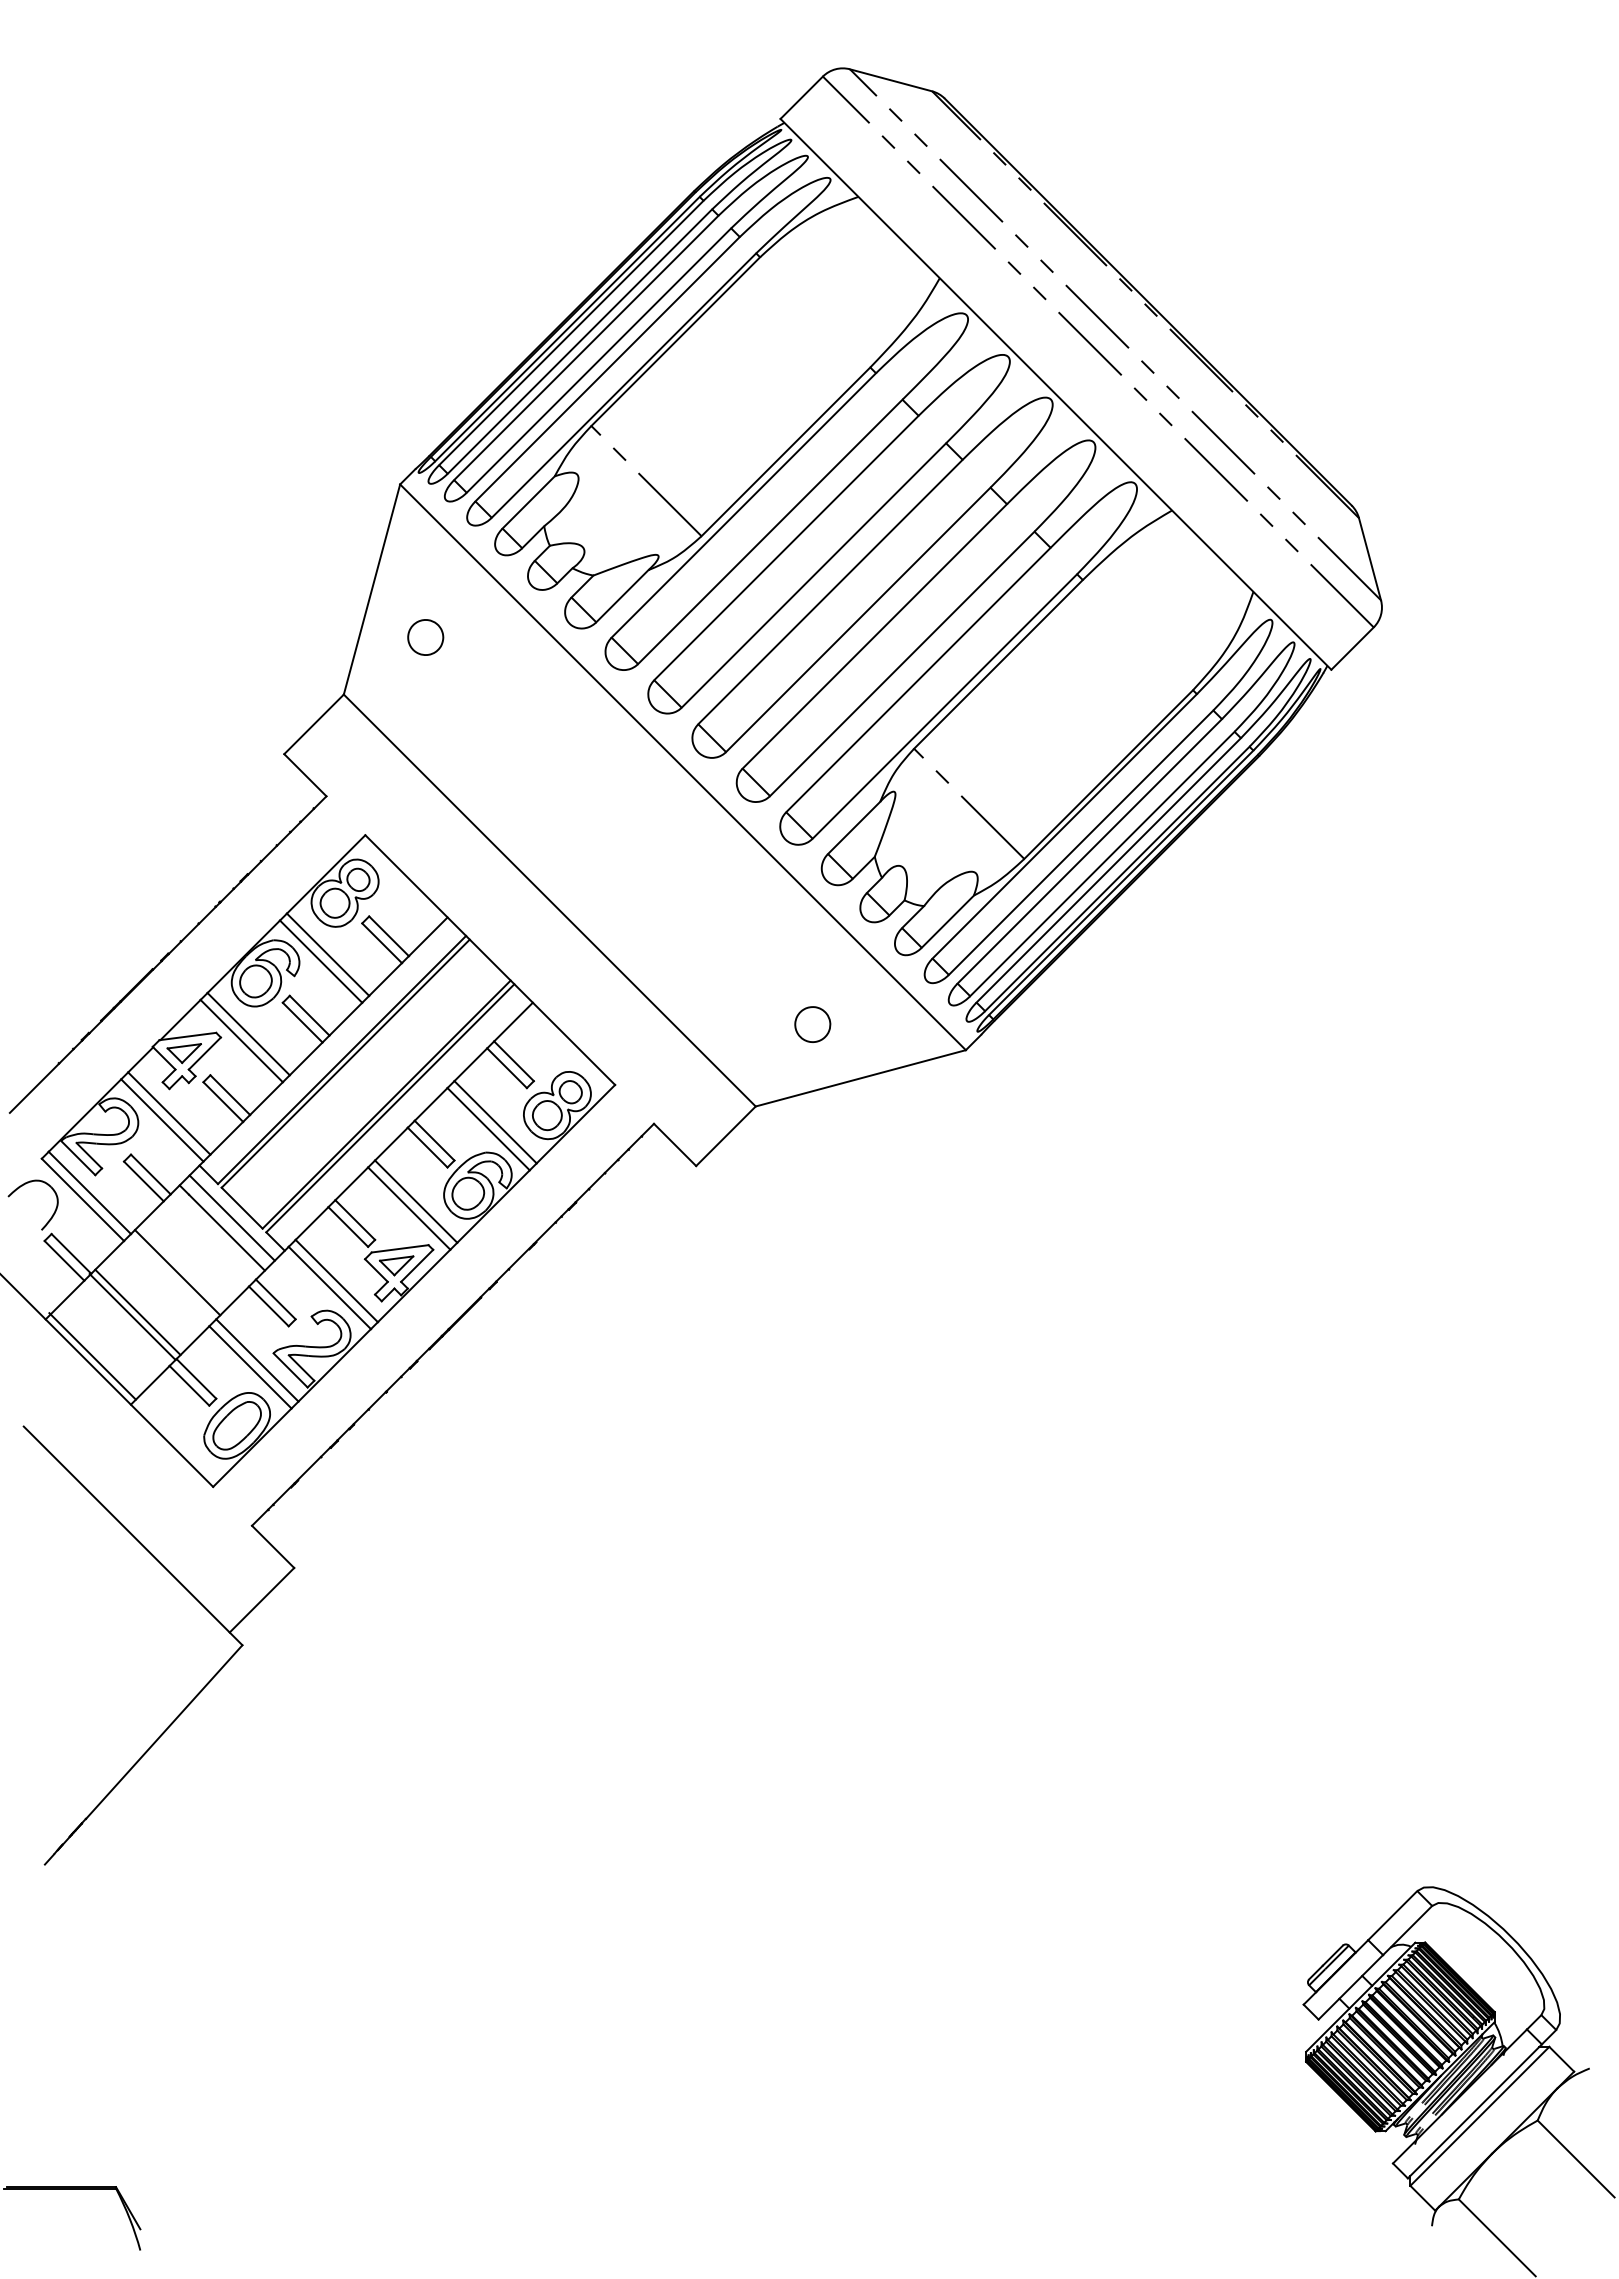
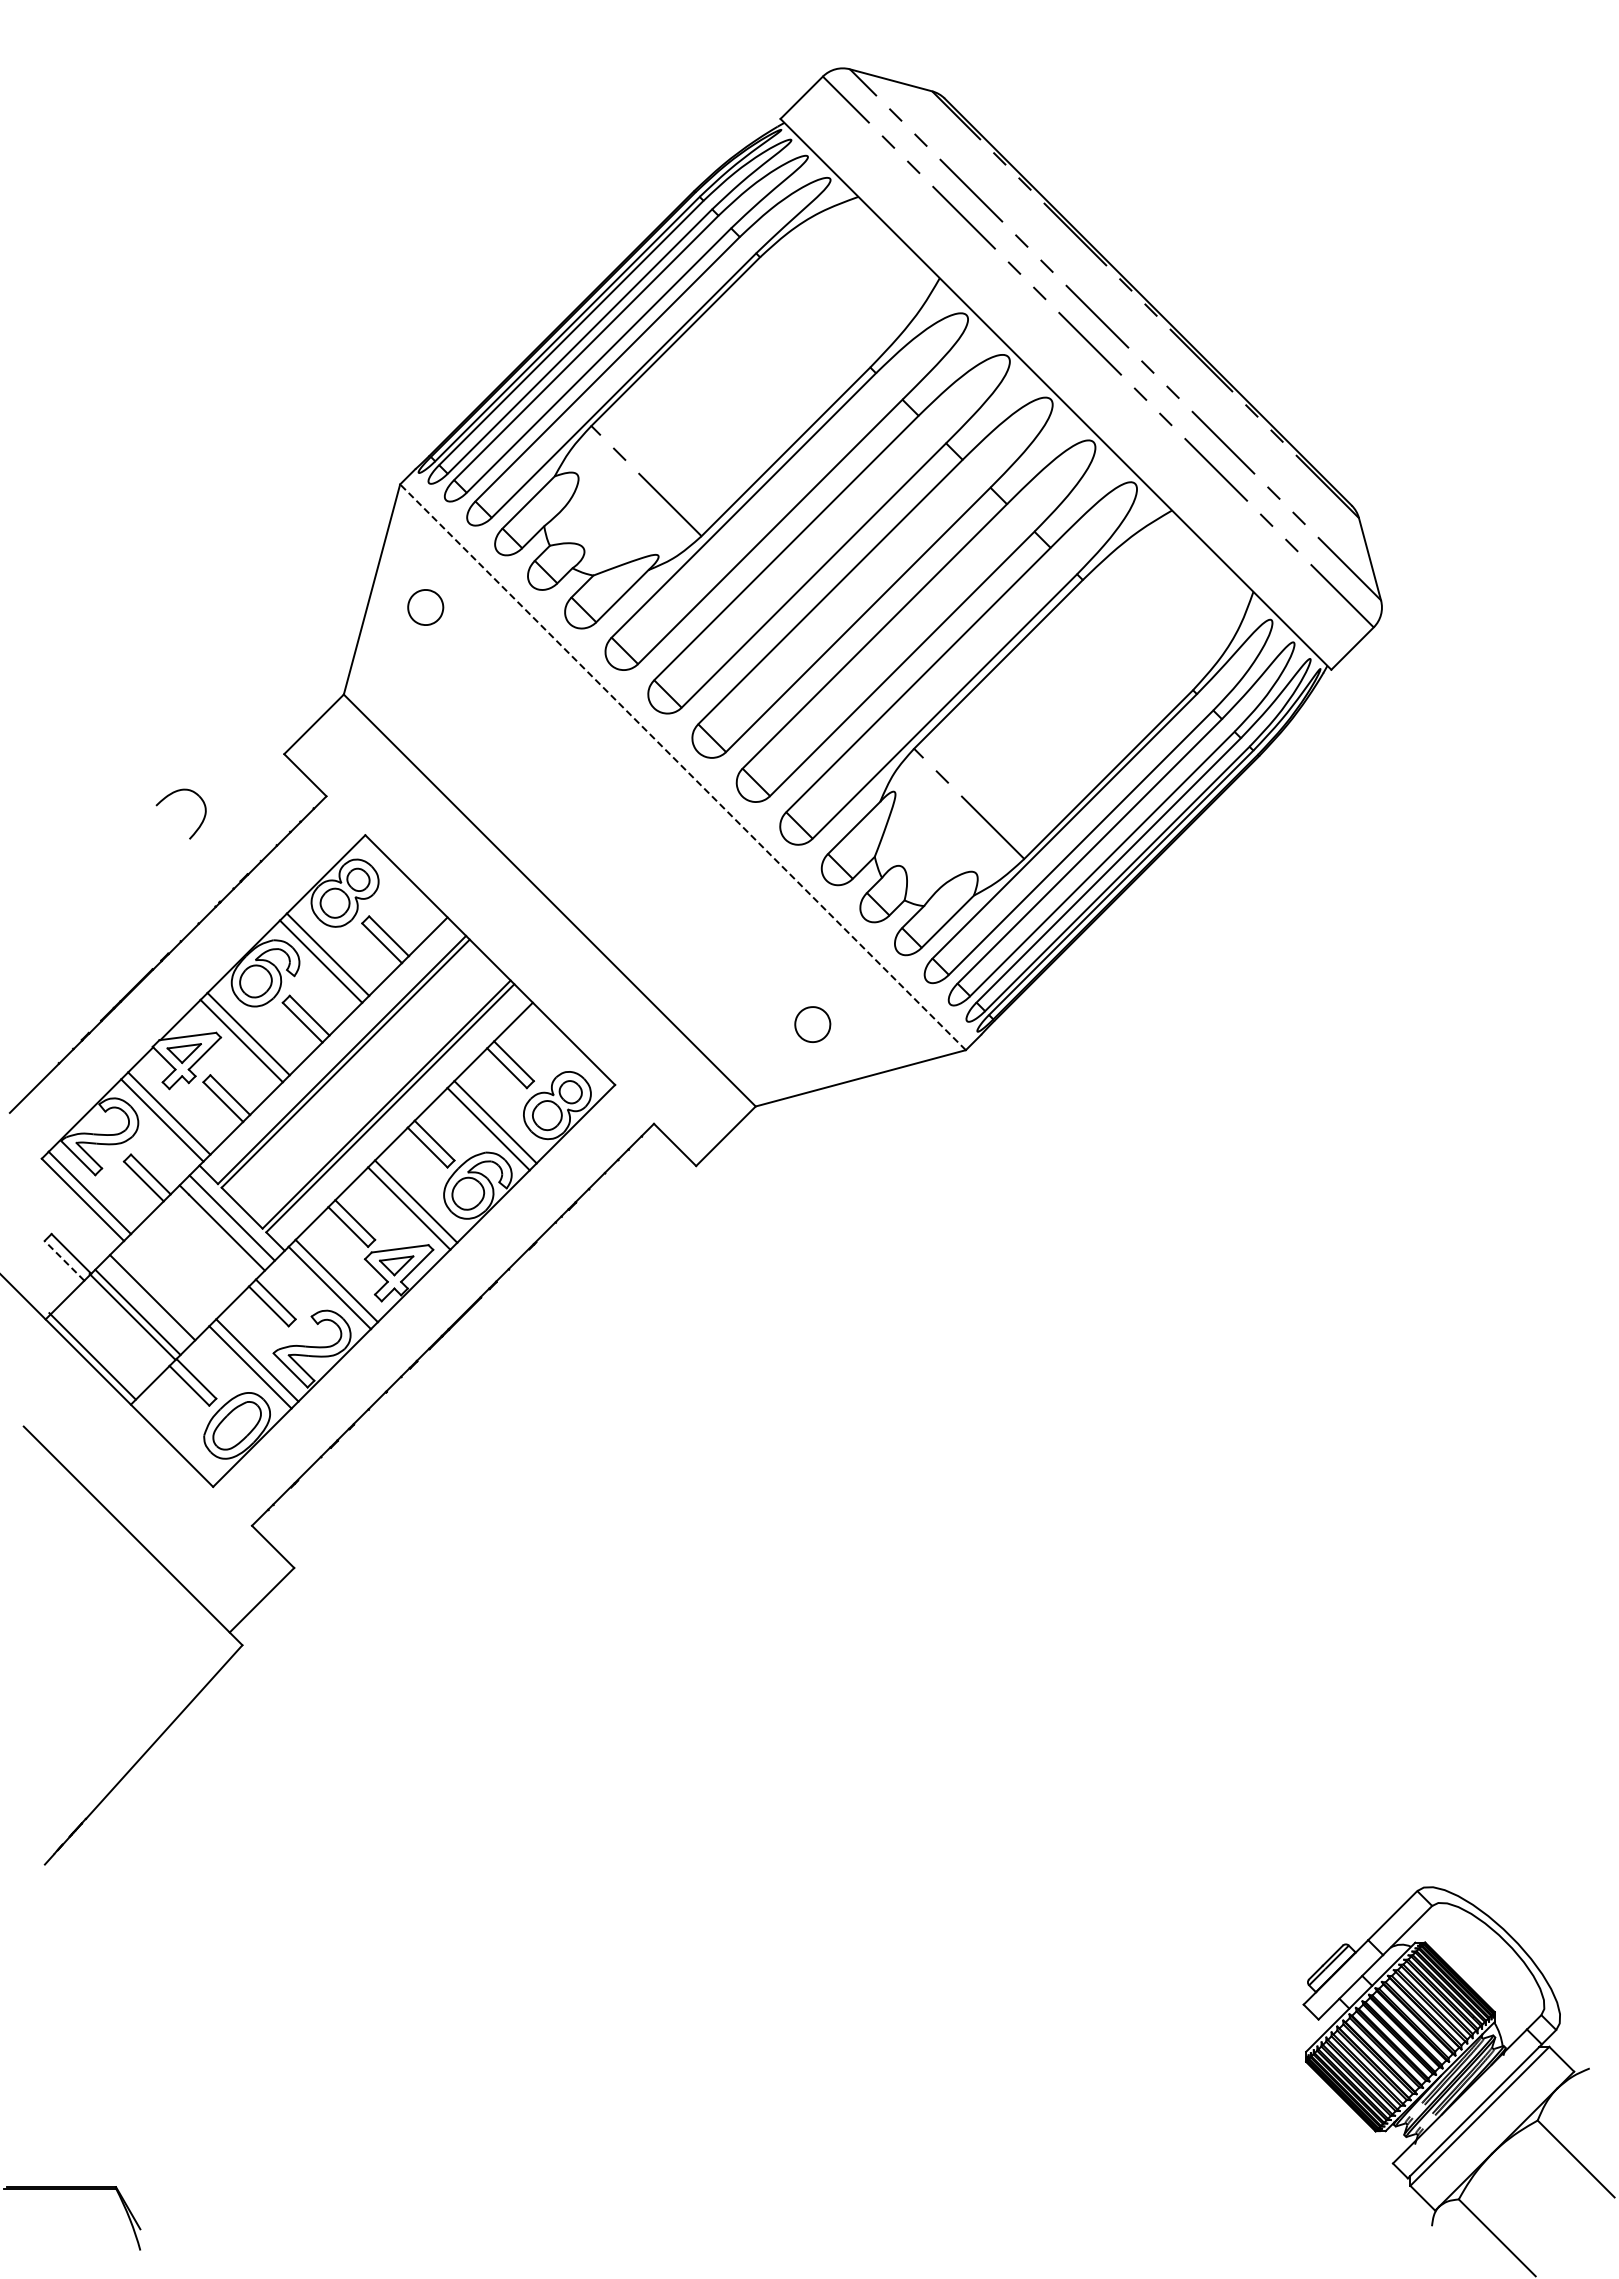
part at (425, 637) position: (425, 637) -> (425, 607)
line at (682, 766): solid -> dashed
part at (22, 1186) position: (22, 1186) -> (170, 795)
line at (64, 1260): solid -> dashed
line at (177, 1272) position: (177, 1272) -> (152, 1297)
